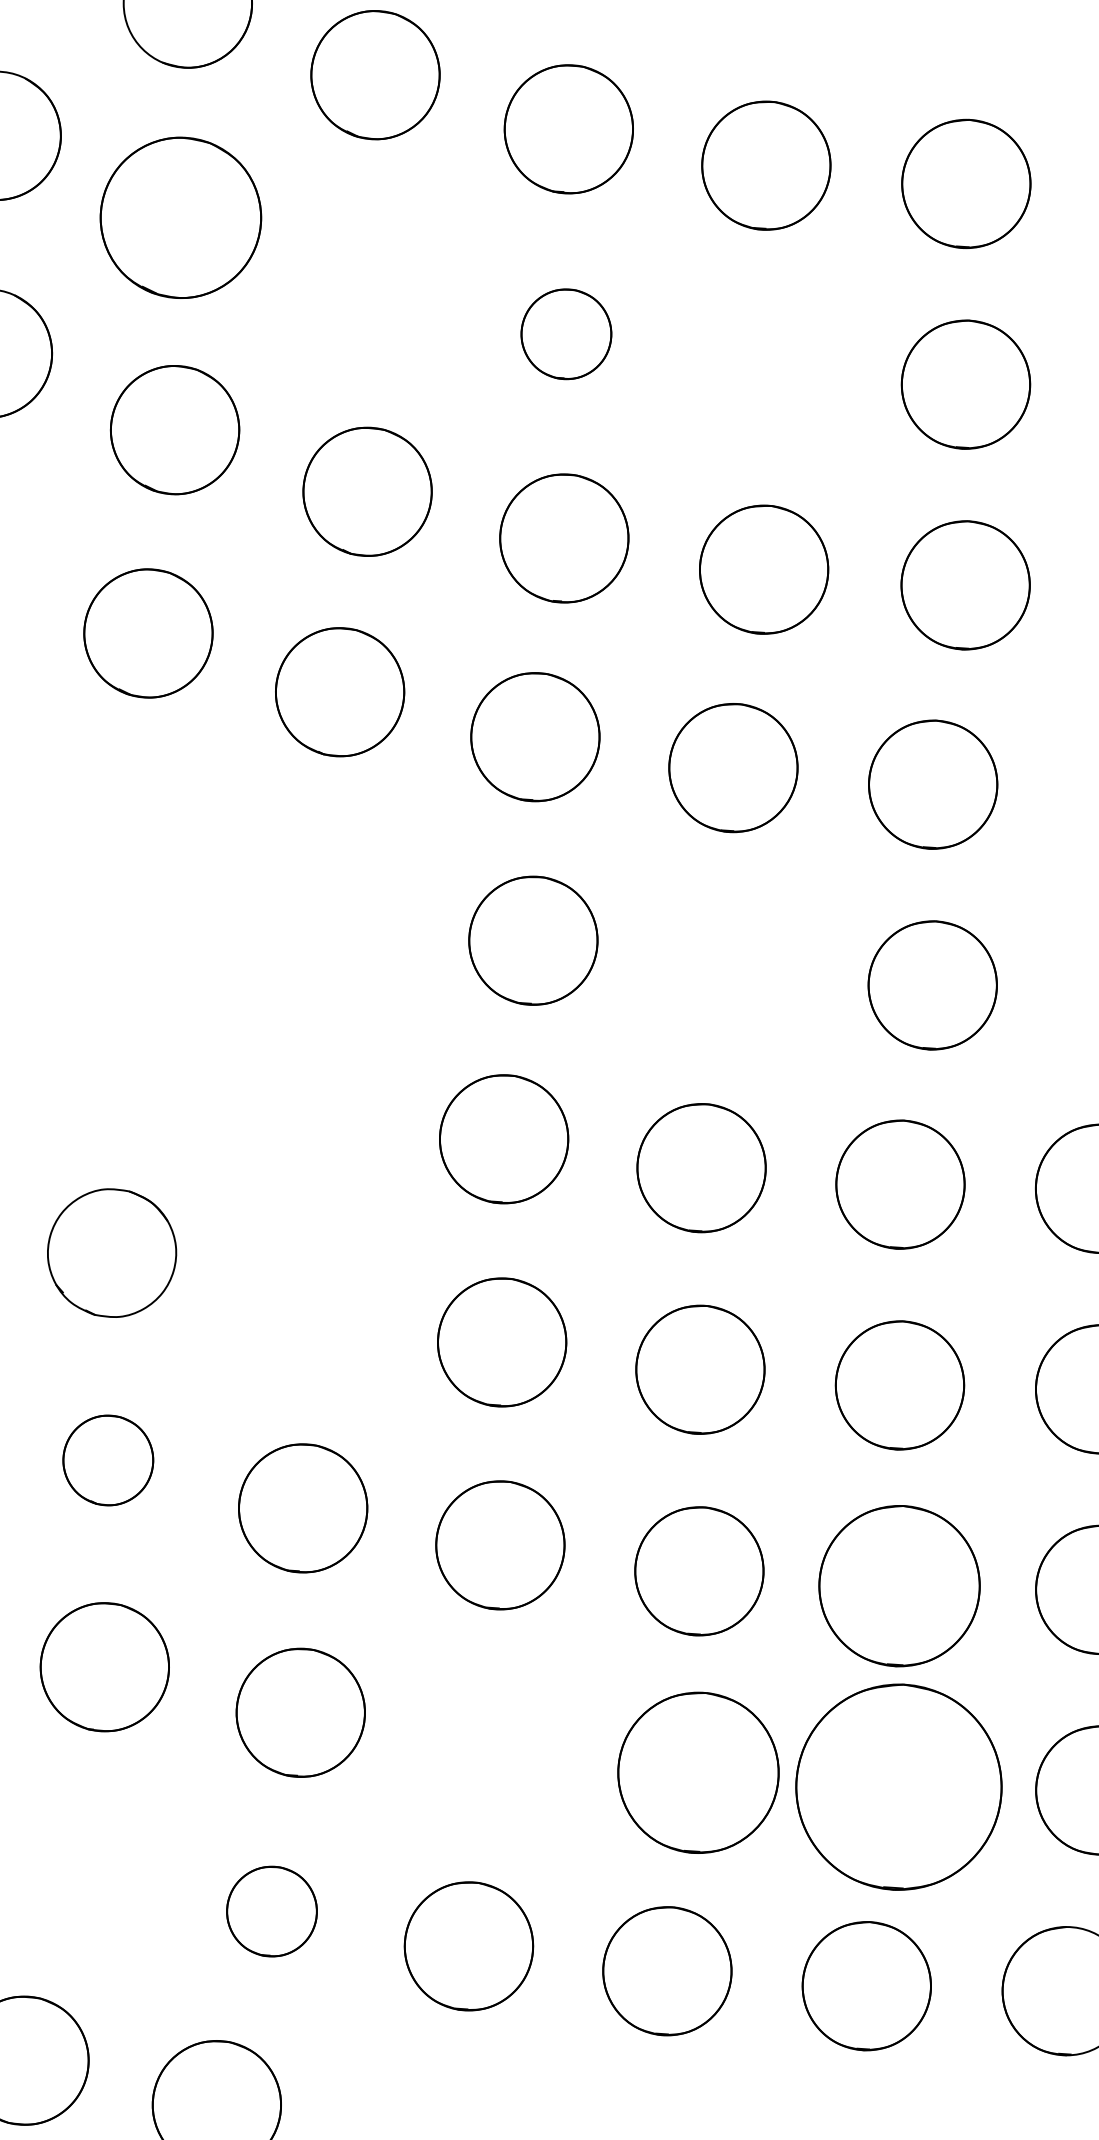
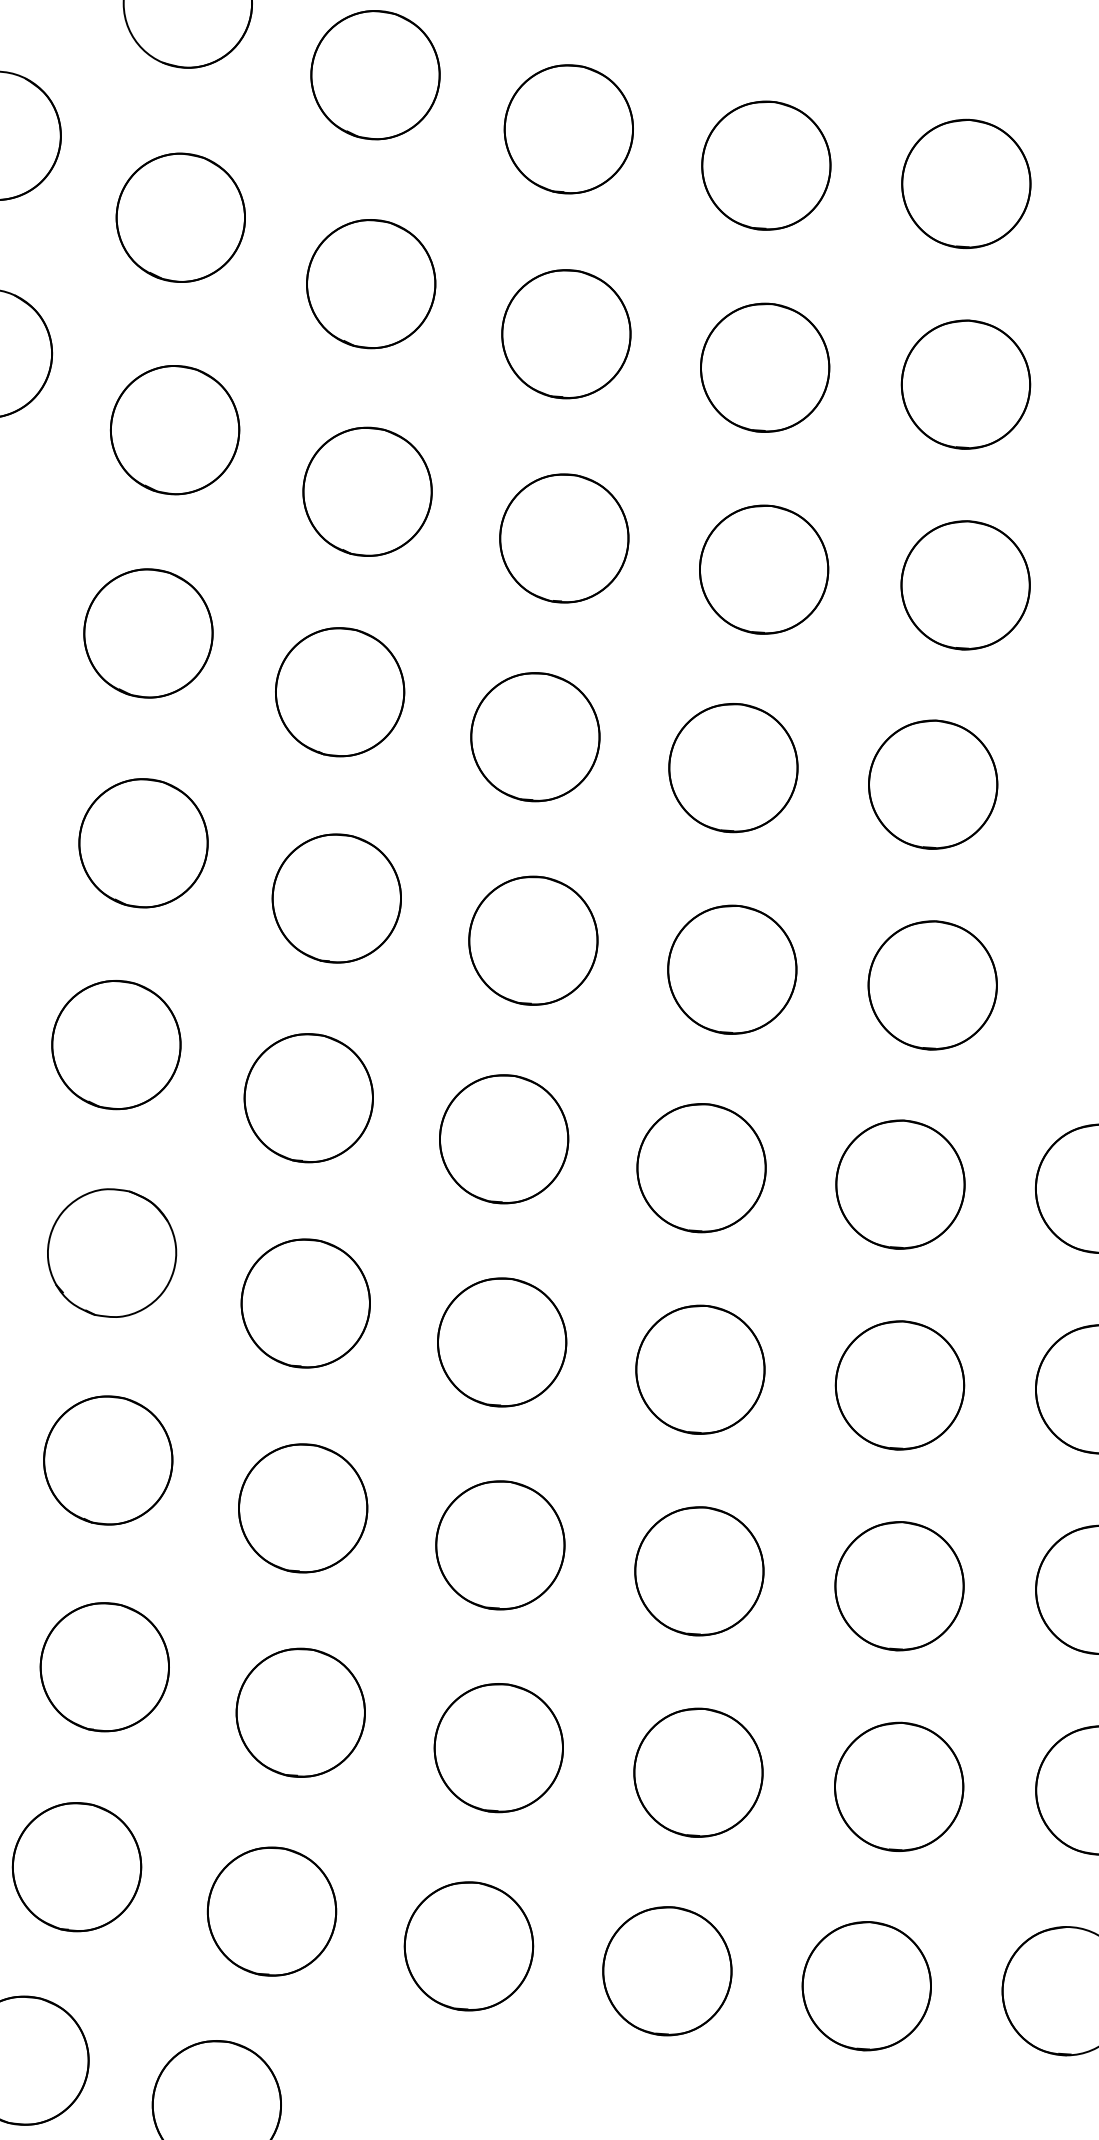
circle at (180, 217) size: 164x163 px -> 131x131 px
circle at (371, 284): none -> present
circle at (566, 334) size: 93x93 px -> 131x131 px
circle at (765, 367): none -> present
circle at (143, 843): none -> present
circle at (336, 898): none -> present
circle at (732, 969): none -> present
part at (116, 1045): none -> present
part at (308, 1098): none -> present
circle at (305, 1303): none -> present
circle at (108, 1460) size: 93x93 px -> 131x131 px
circle at (899, 1586) size: 163x163 px -> 131x131 px
part at (498, 1748): none -> present
circle at (698, 1772) size: 163x163 px -> 131x131 px
circle at (898, 1786) size: 208x208 px -> 131x131 px
part at (76, 1867): none -> present
part at (271, 1911) size: 92x93 px -> 132x131 px
